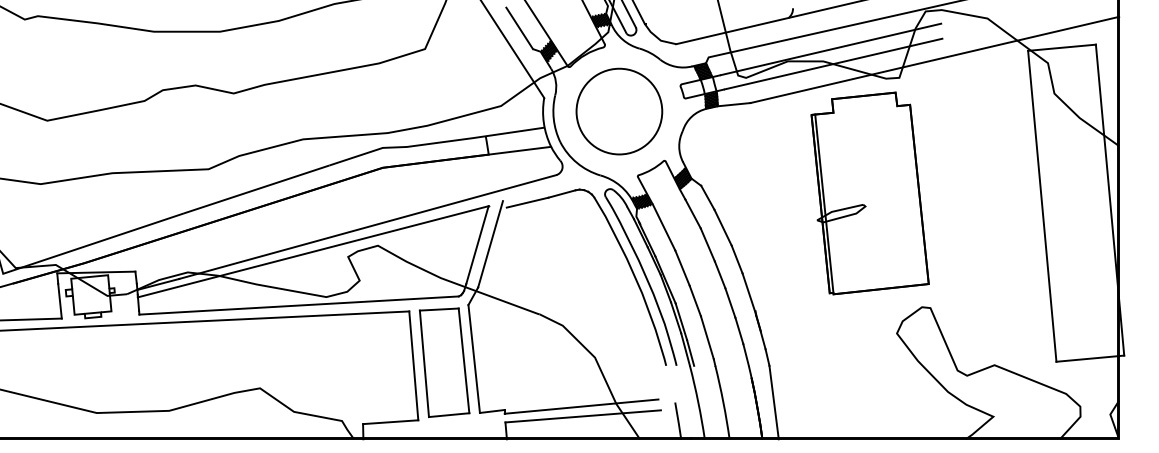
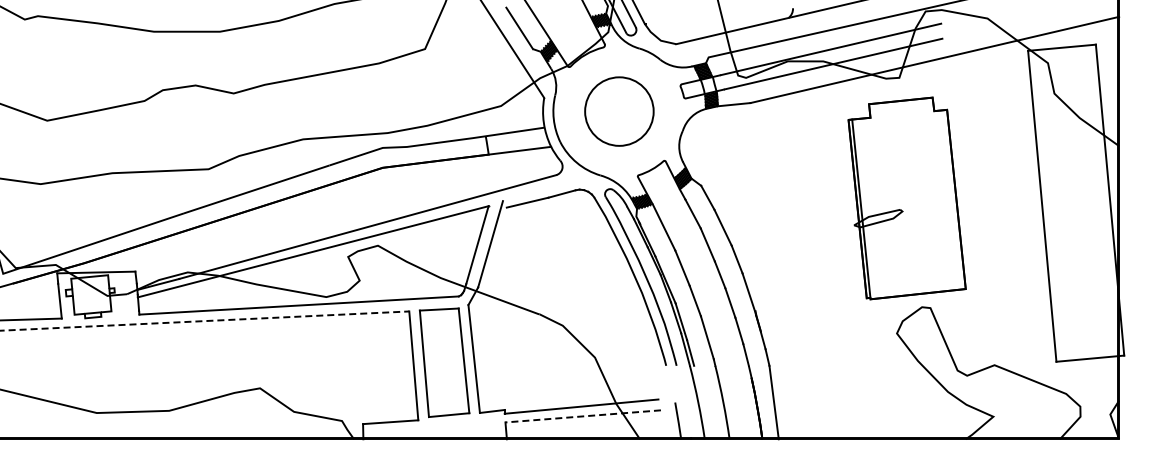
circle at (619, 111) diameter: 86 px -> 69 px
part at (869, 193) position: (869, 193) -> (906, 198)
line at (204, 321): solid -> dashed
line at (583, 416): solid -> dashed
